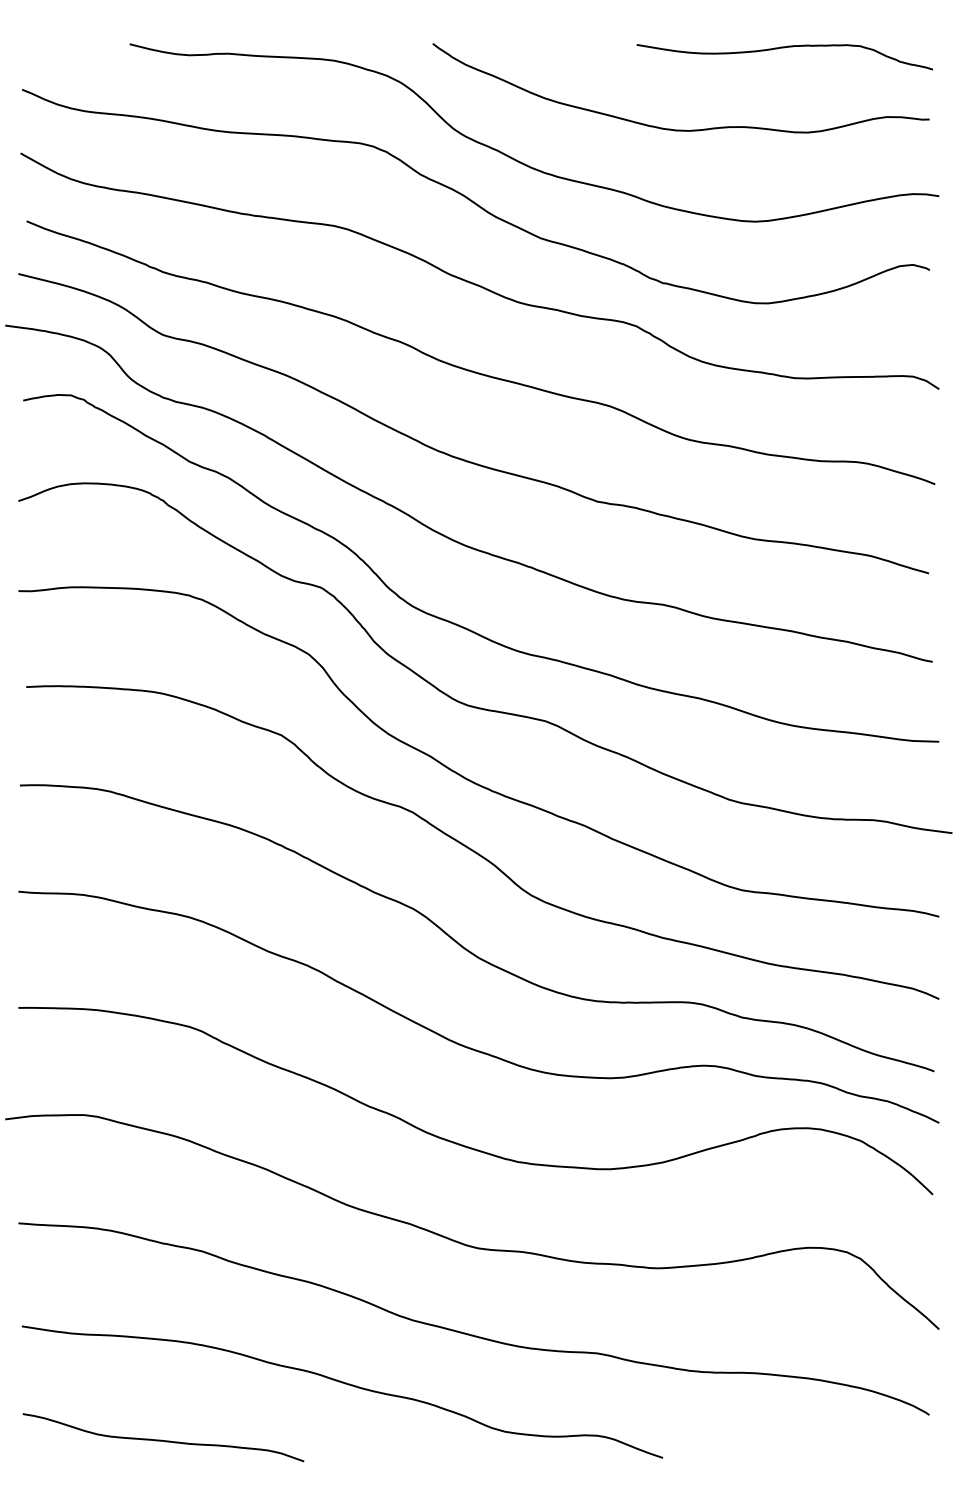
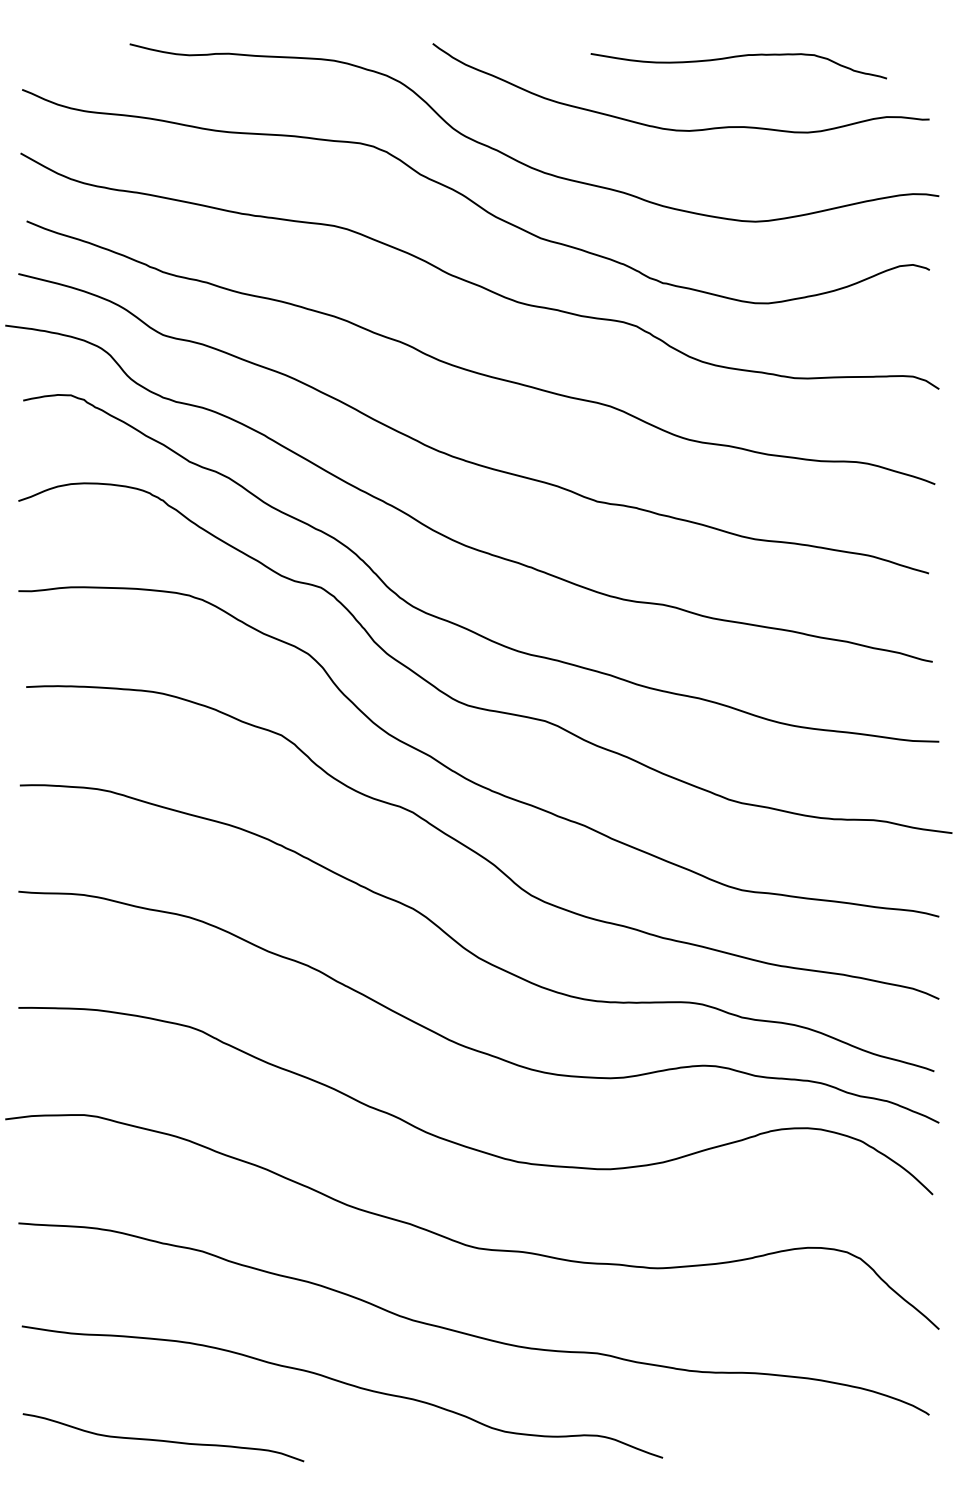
curve at (784, 48) position: (784, 48) -> (738, 57)
